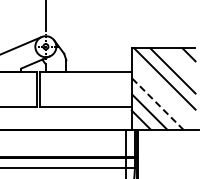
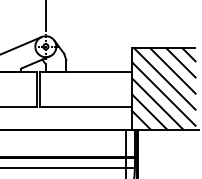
line at (180, 62): none -> present
line at (163, 93): none -> present
line at (158, 104): dashed -> solid
